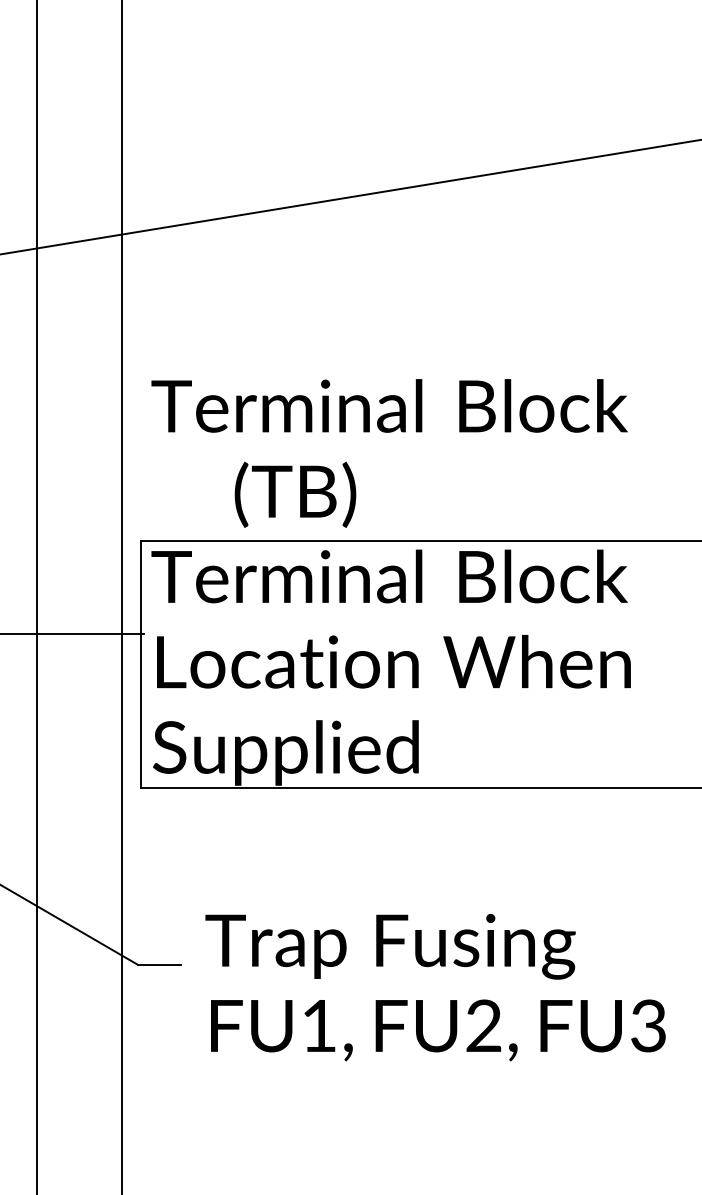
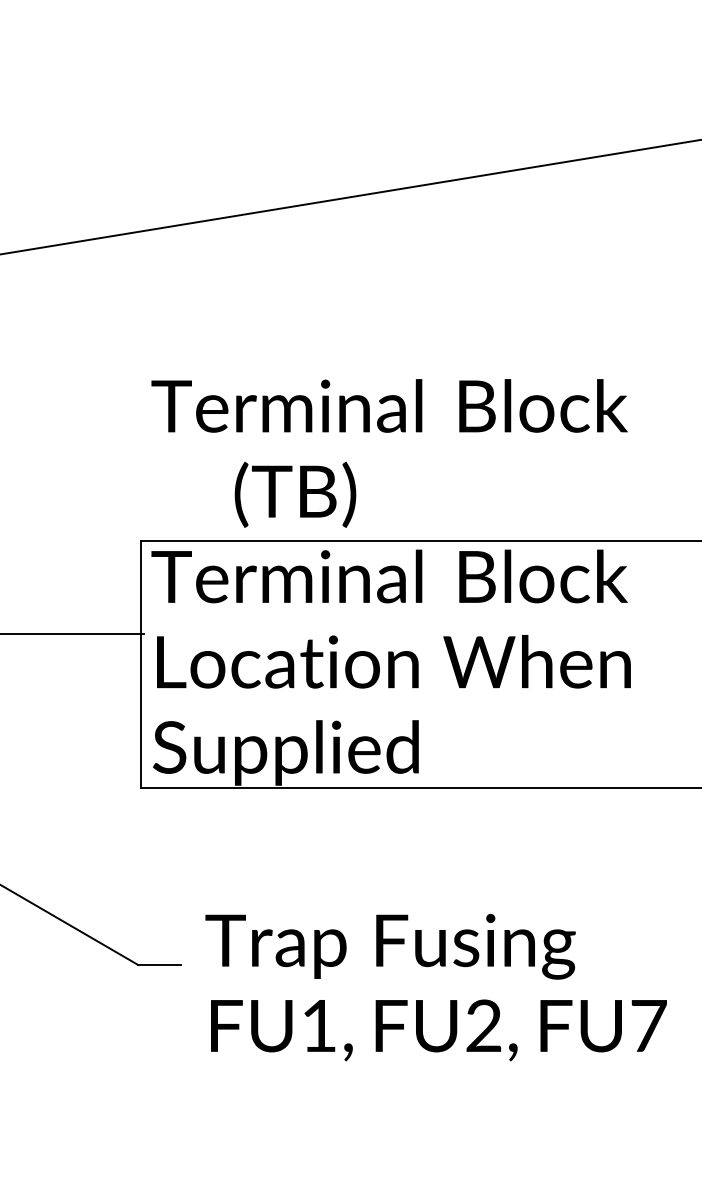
line at (37, 596): present -> none
line at (122, 596): present -> none
text at (648, 1025): FU3 -> FU7
